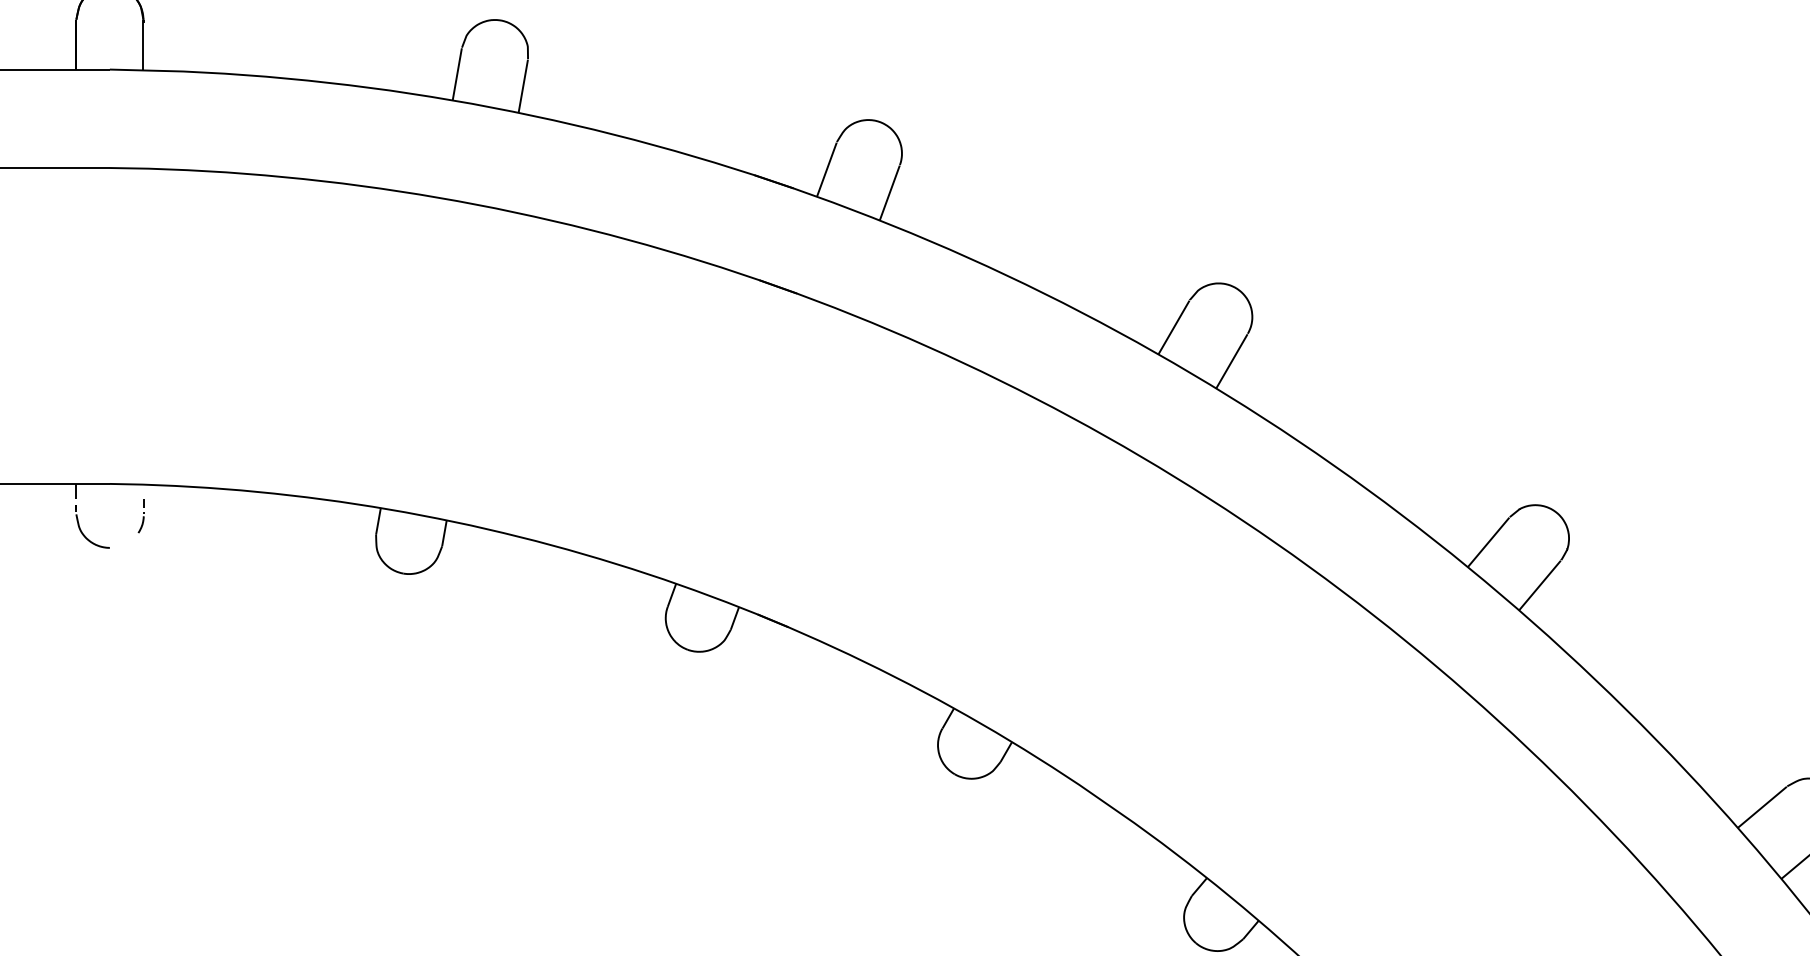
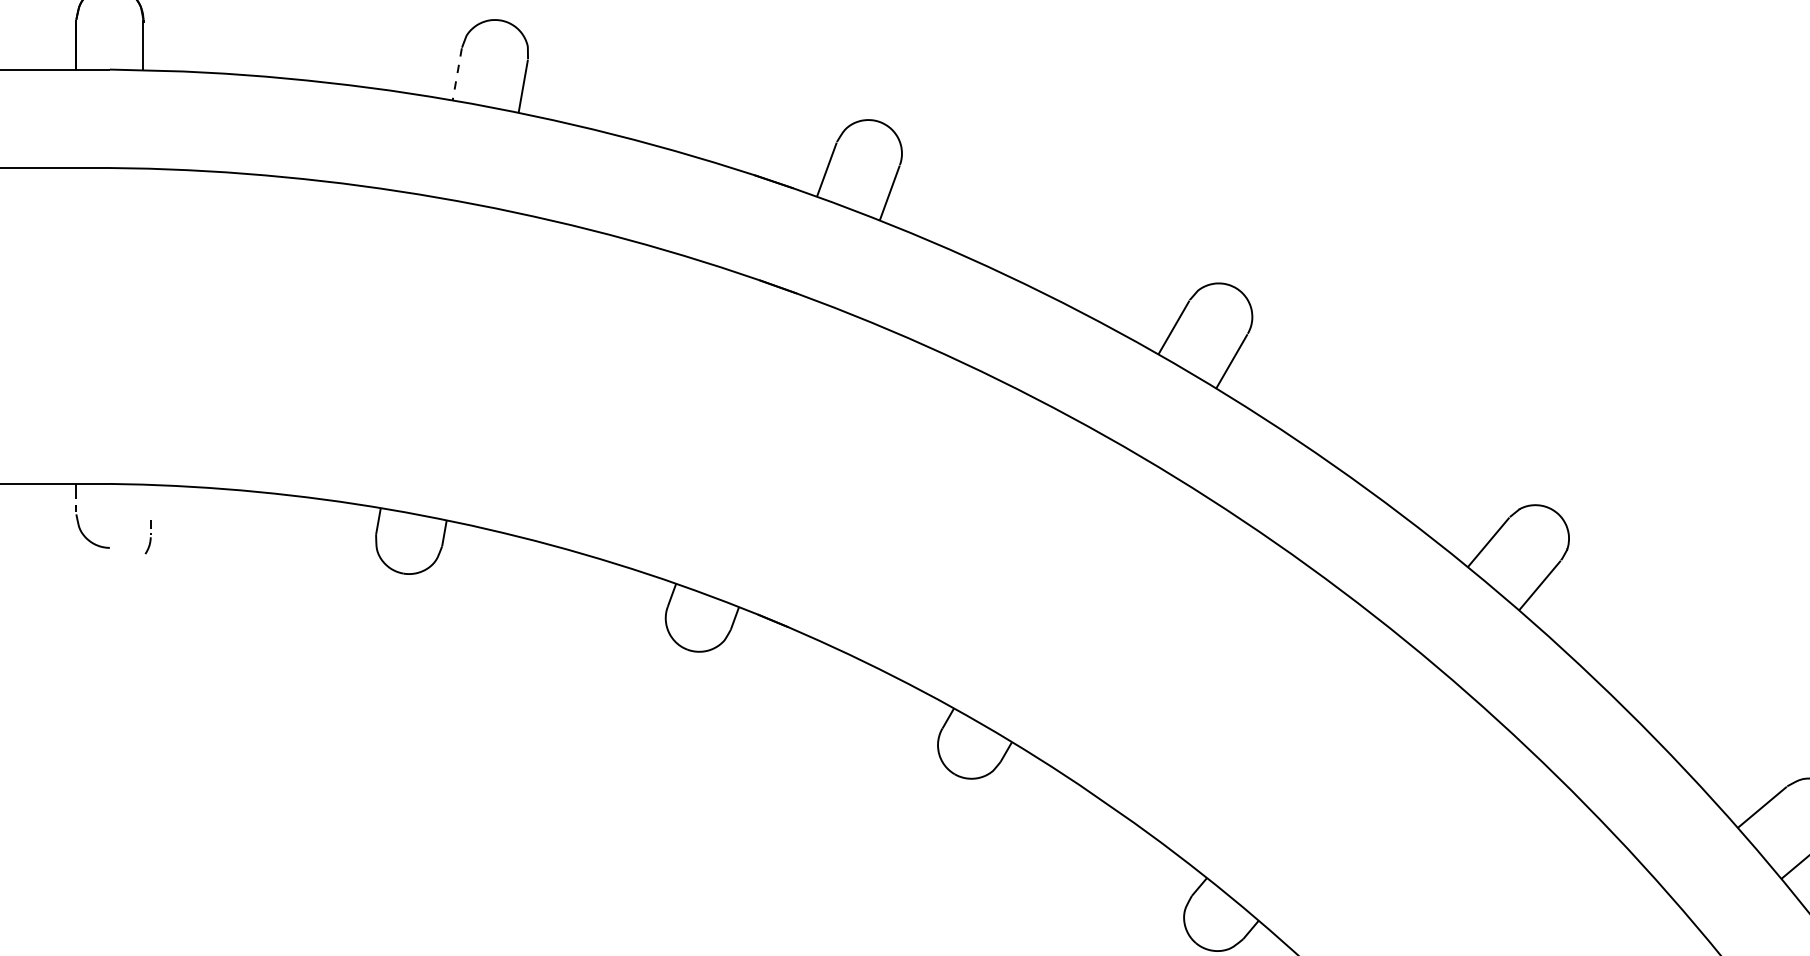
line at (457, 74): solid -> dashed
part at (140, 516) position: (140, 516) -> (147, 537)
